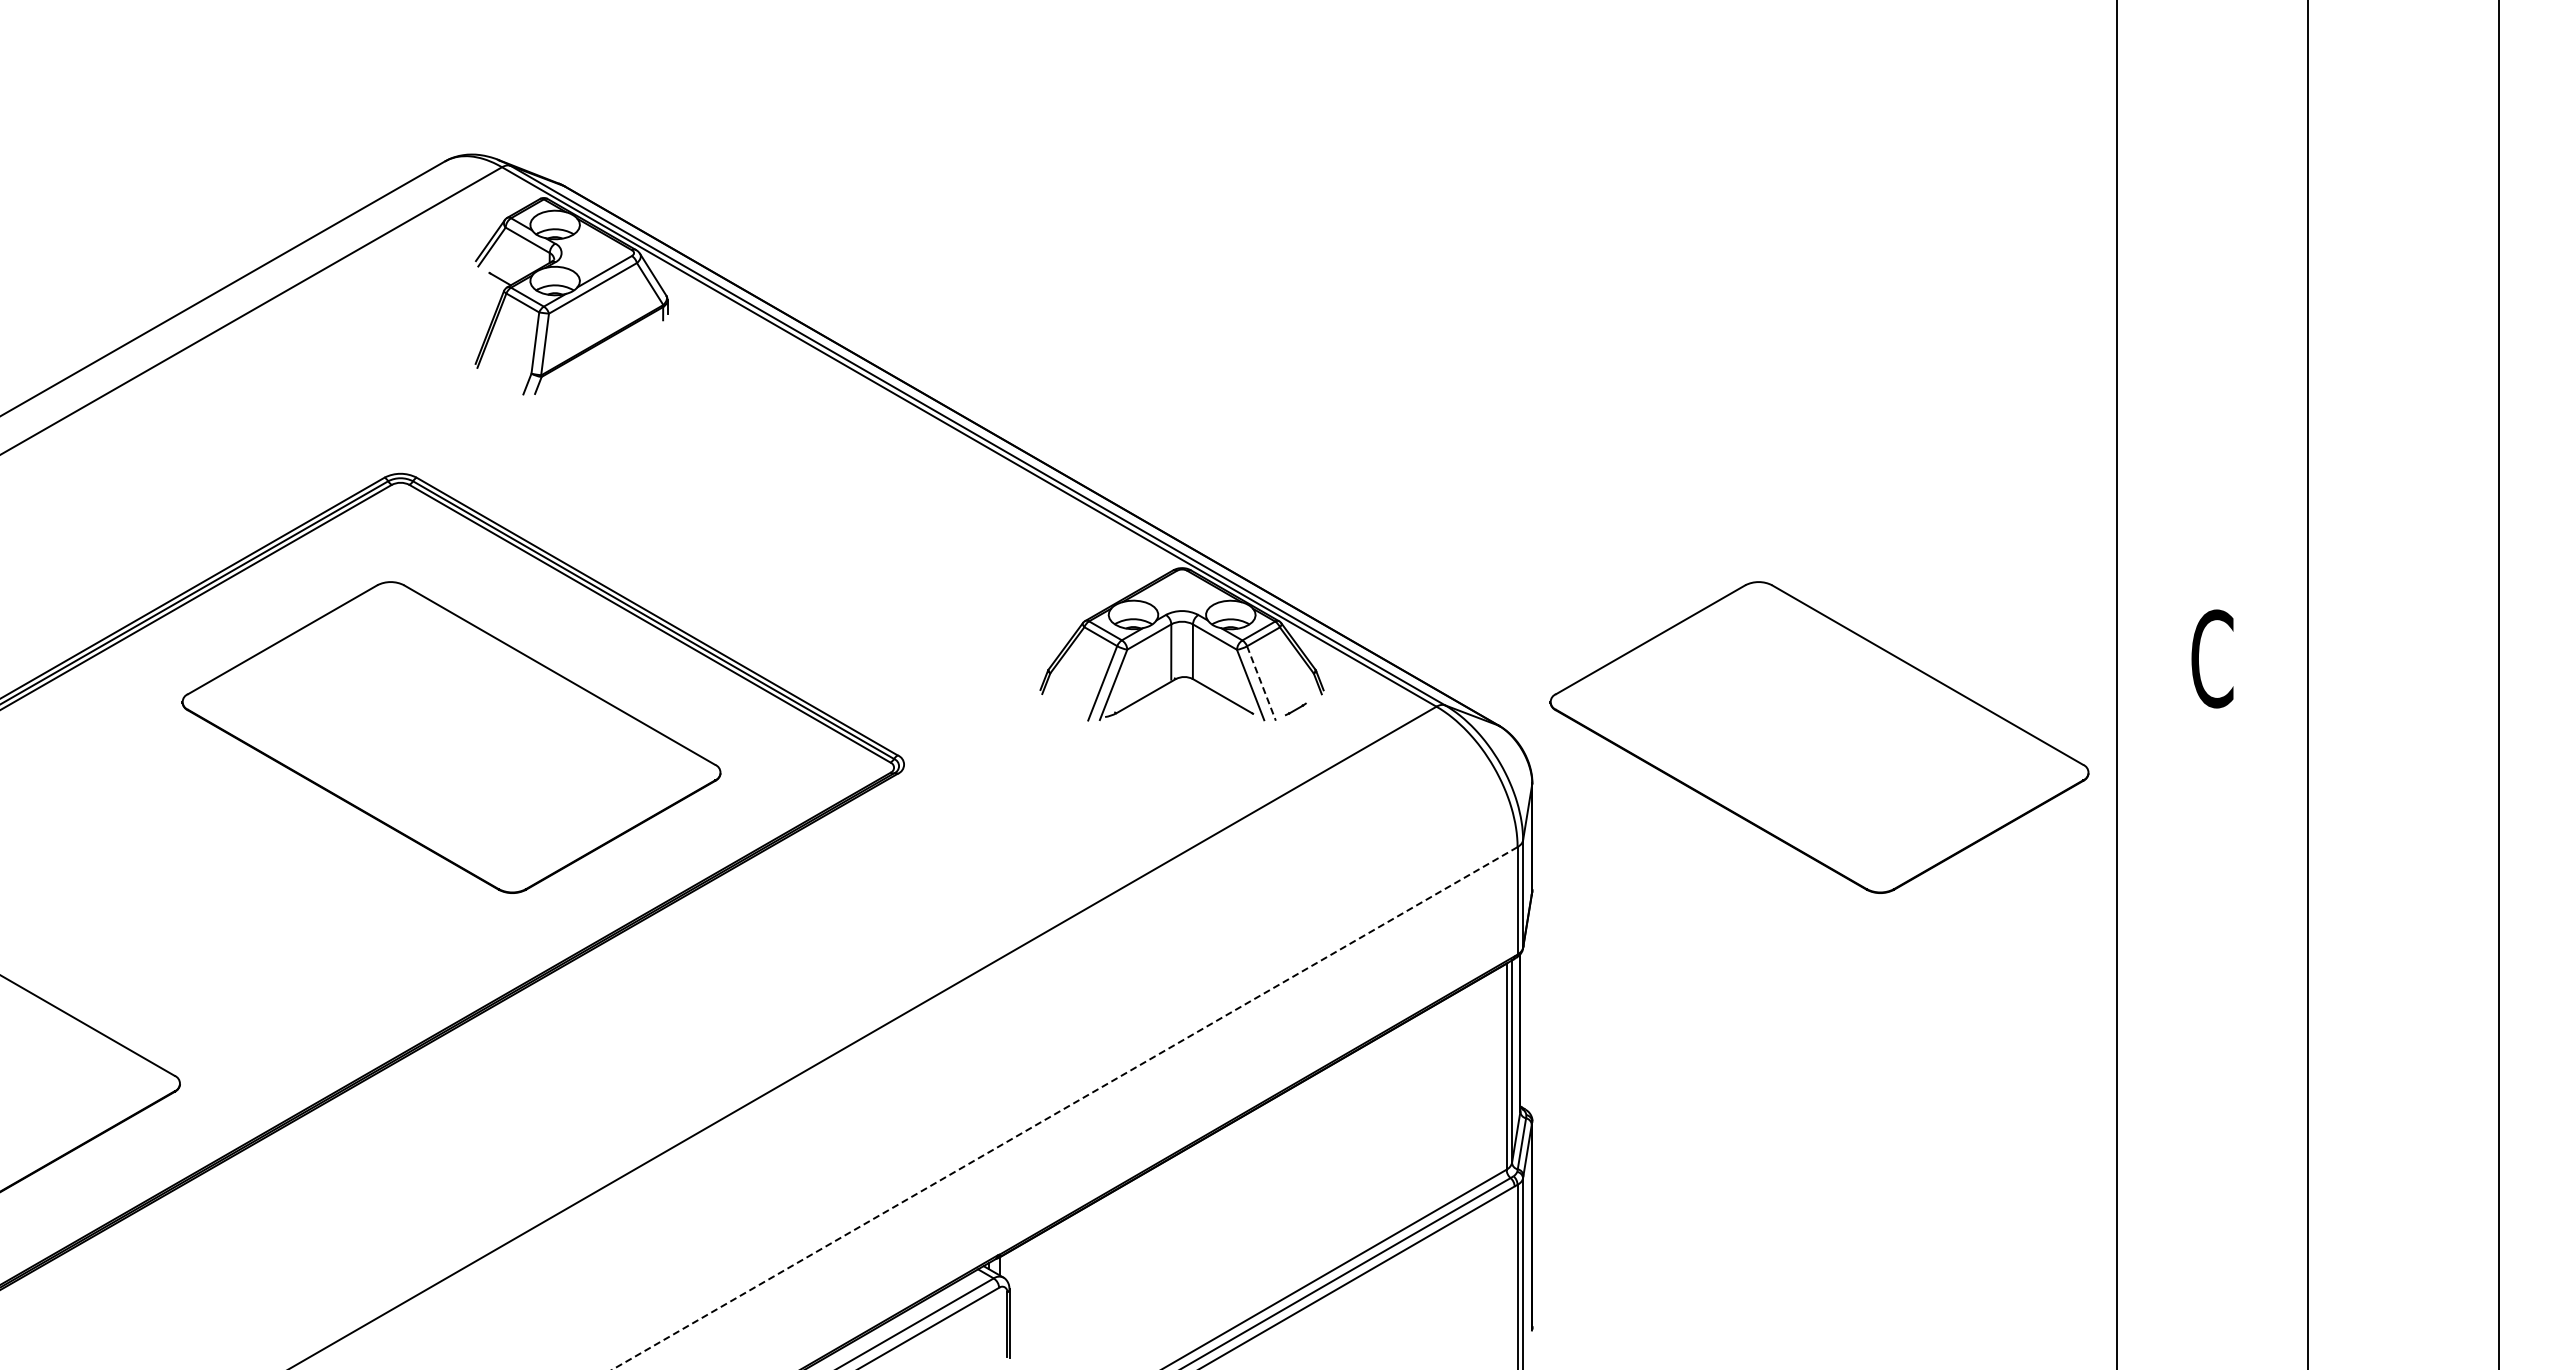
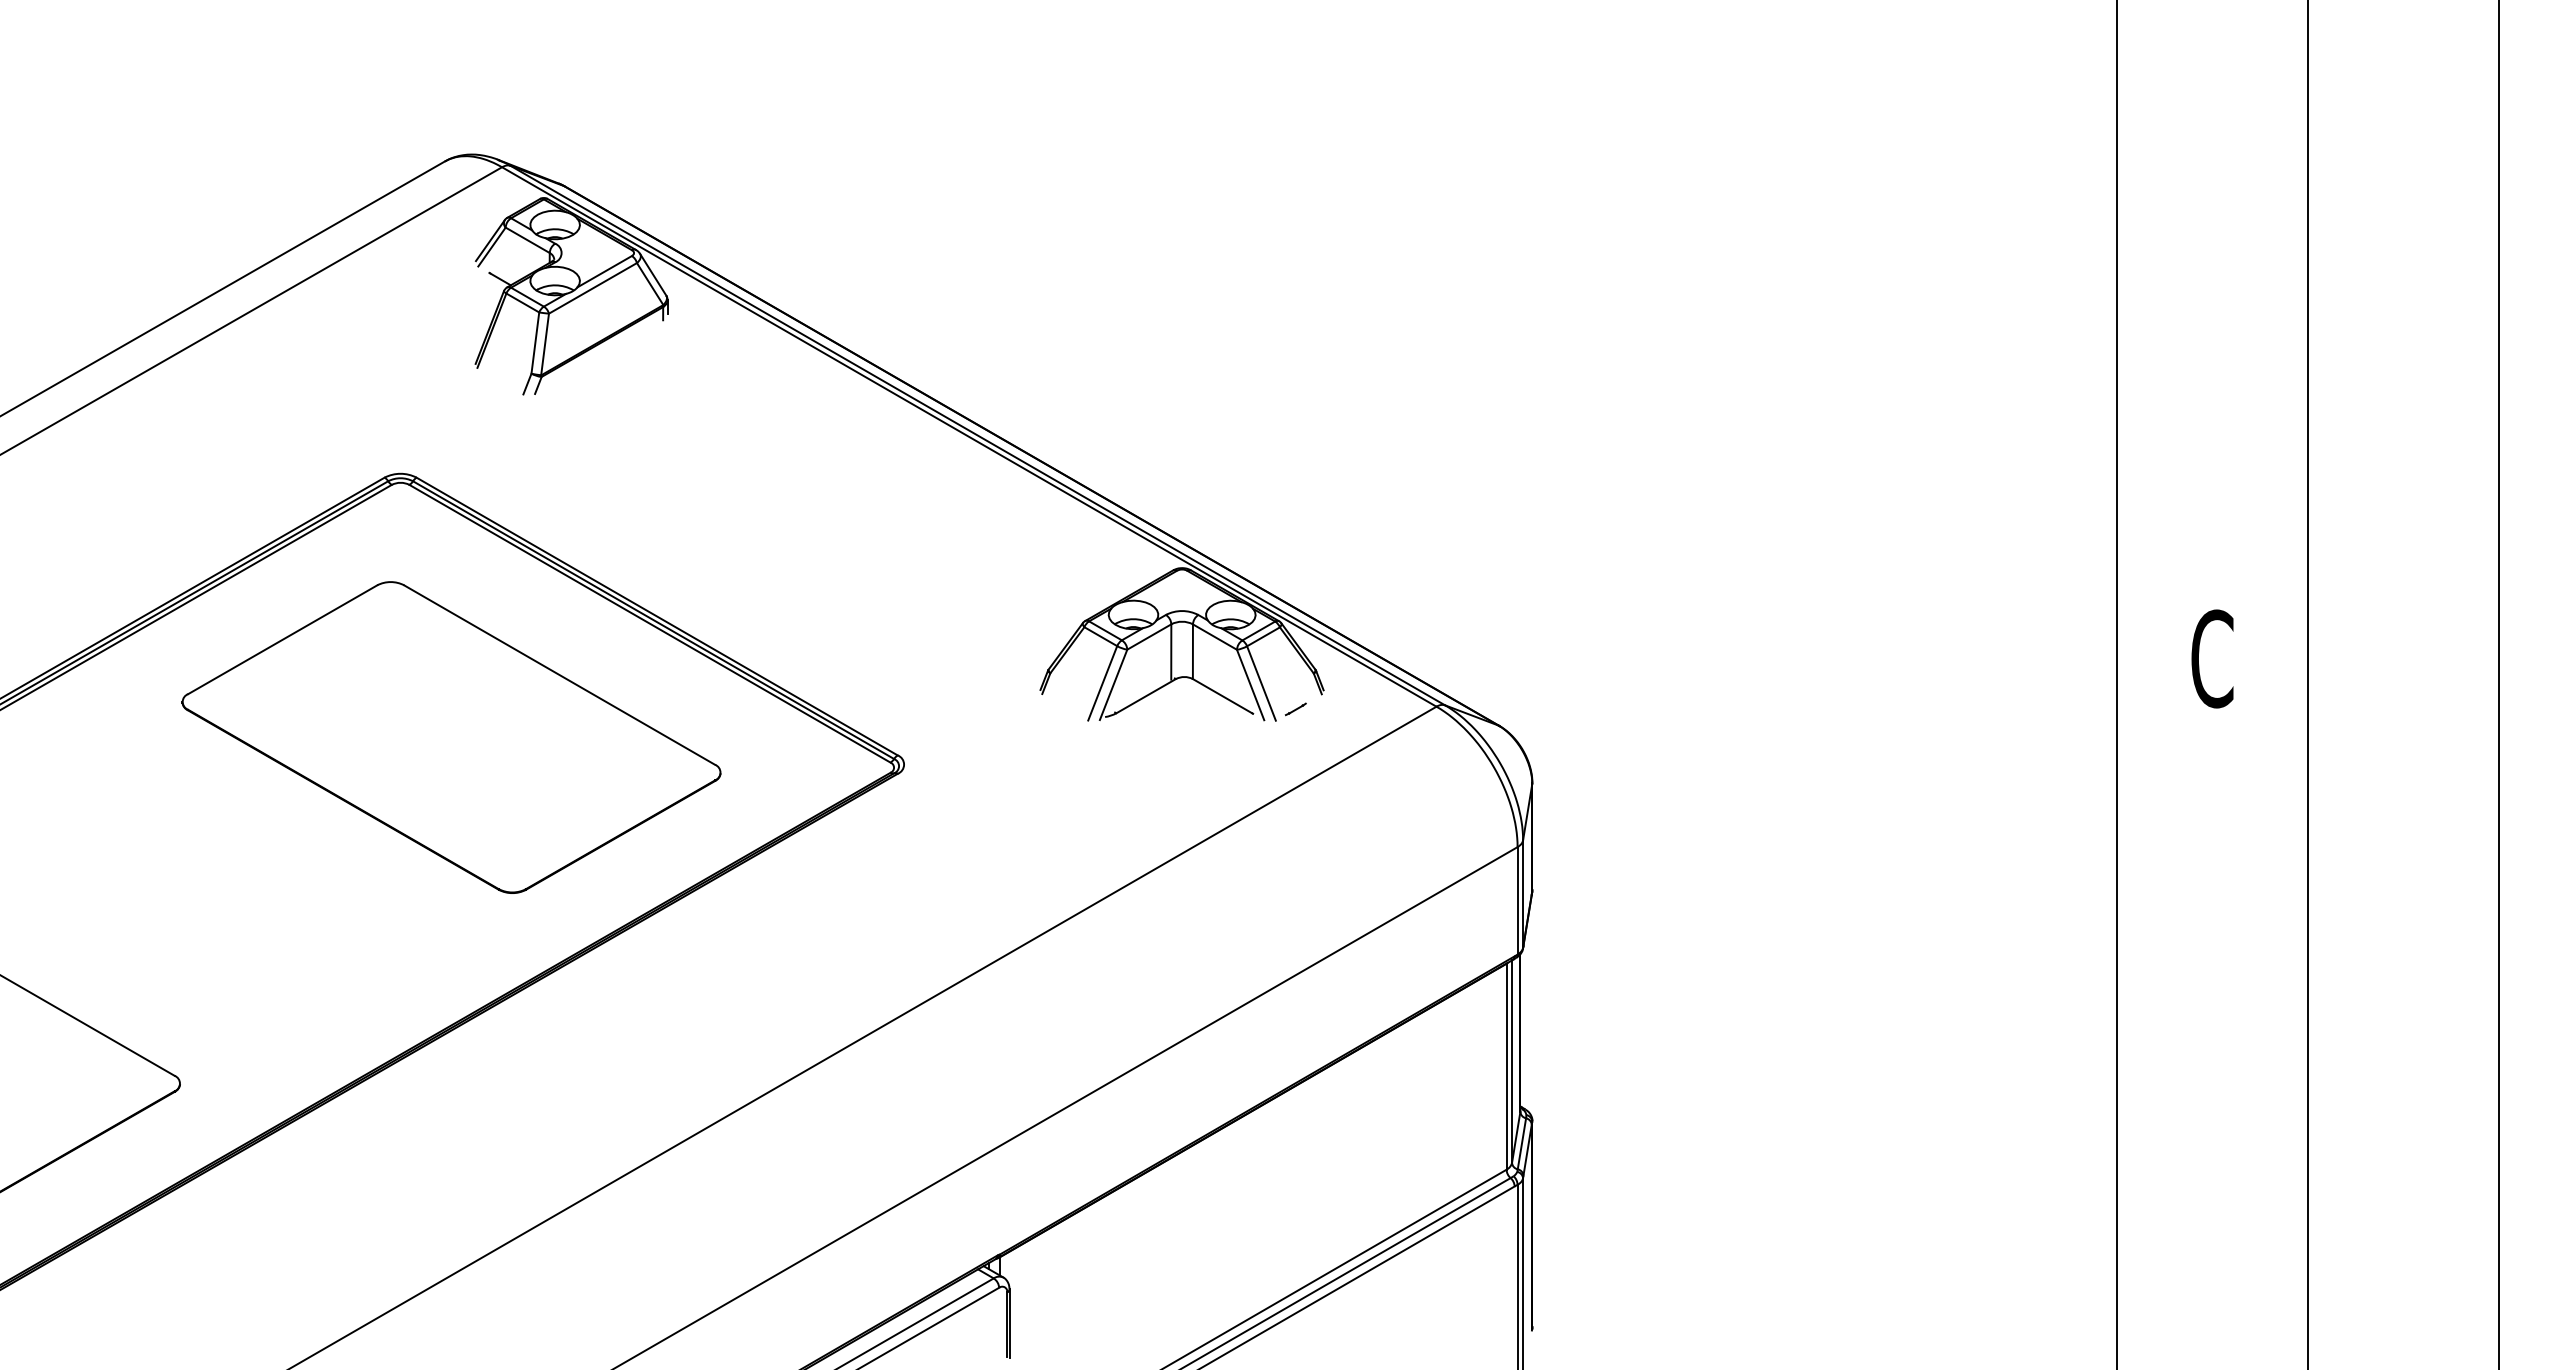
line at (1261, 683): dashed -> solid
part at (1819, 737): present -> none
line at (1064, 1108): dashed -> solid
